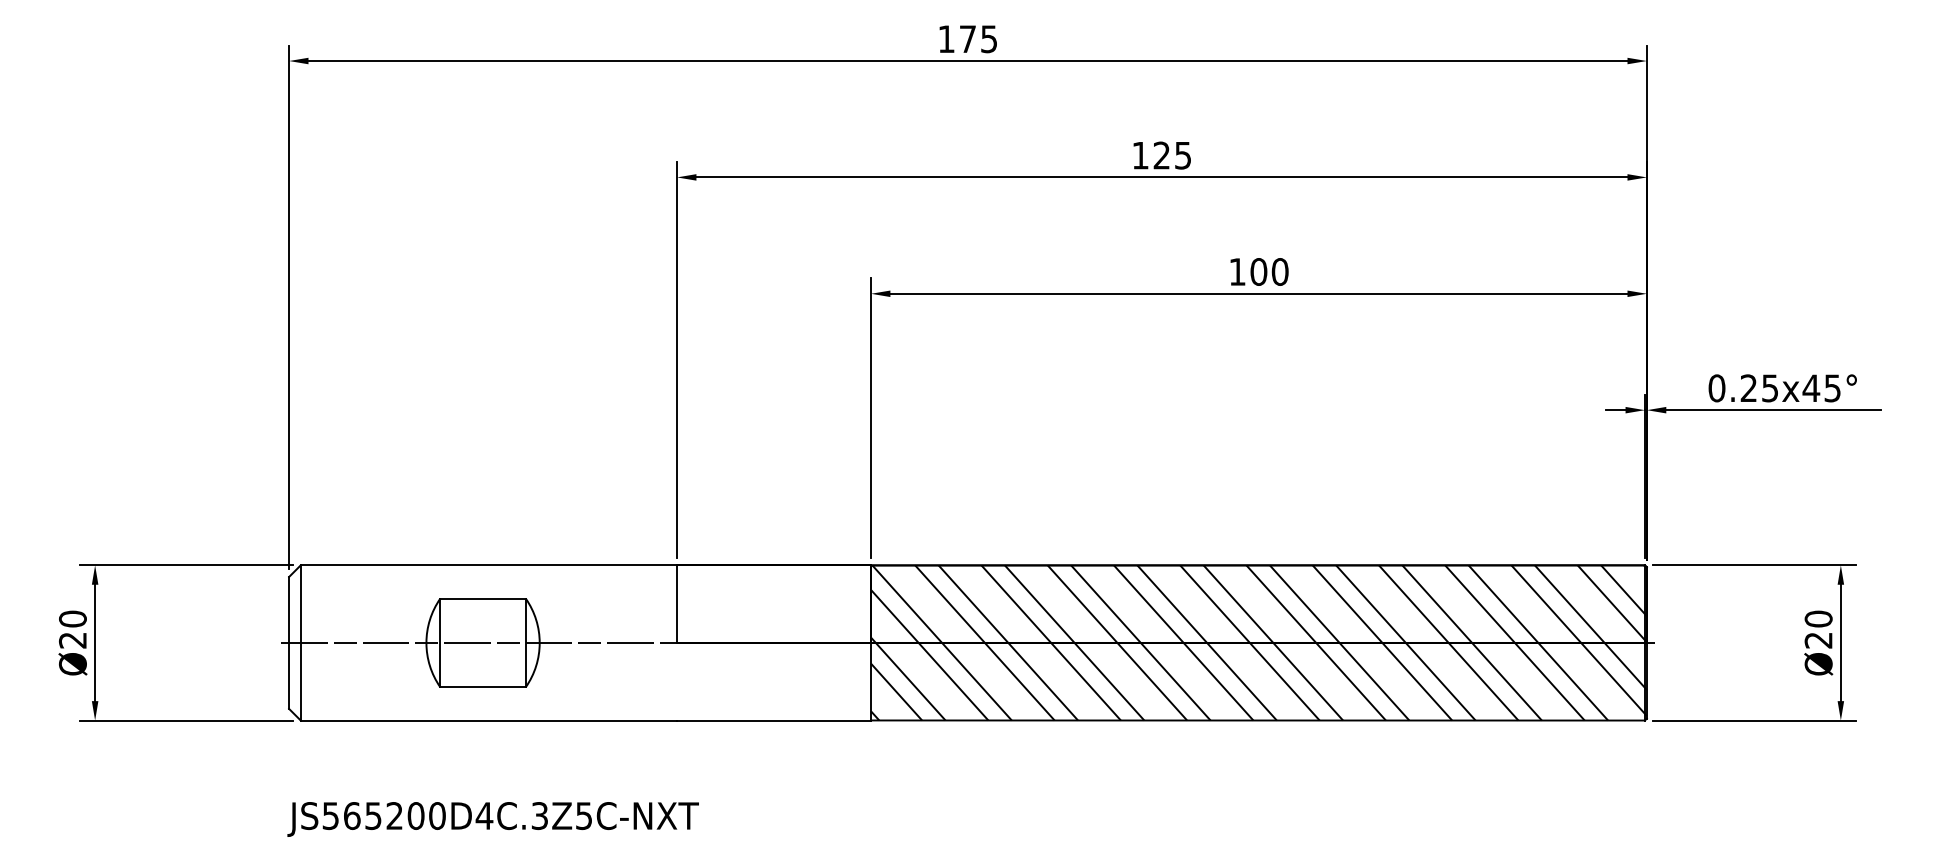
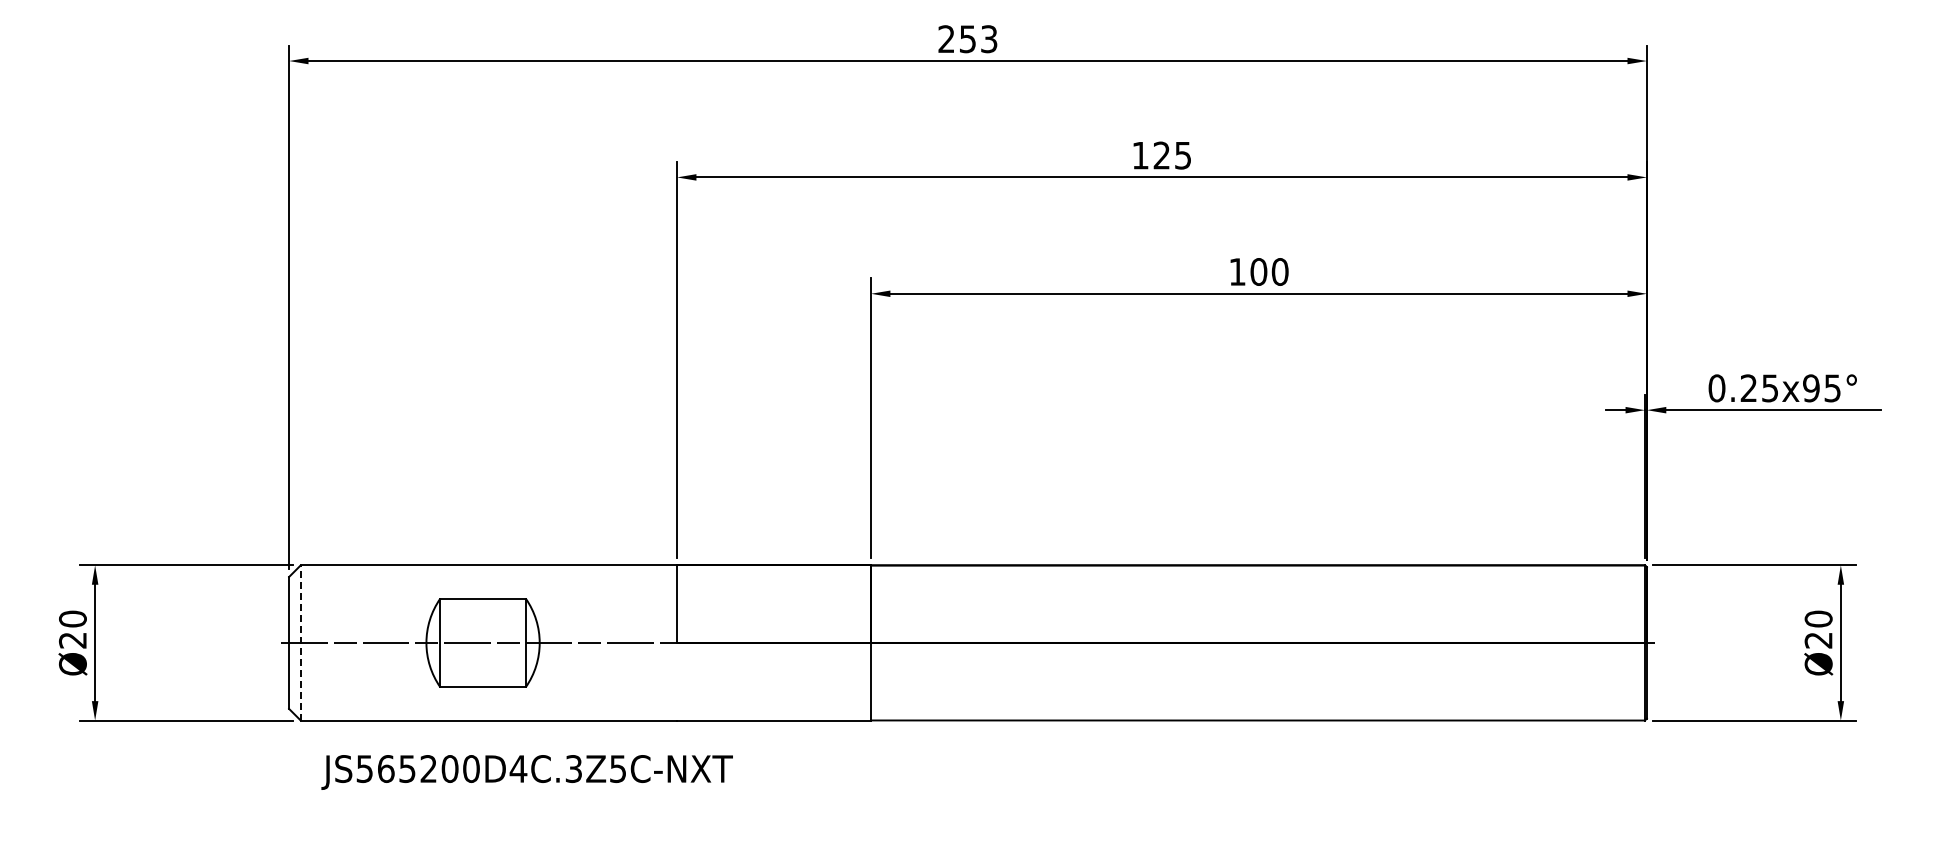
text at (967, 39): 175 -> 253
text at (1811, 388): x45° -> x95°
line at (300, 642): solid -> dashed
hatch at (1258, 642): present -> none
text at (492, 819) position: (492, 819) -> (526, 772)
